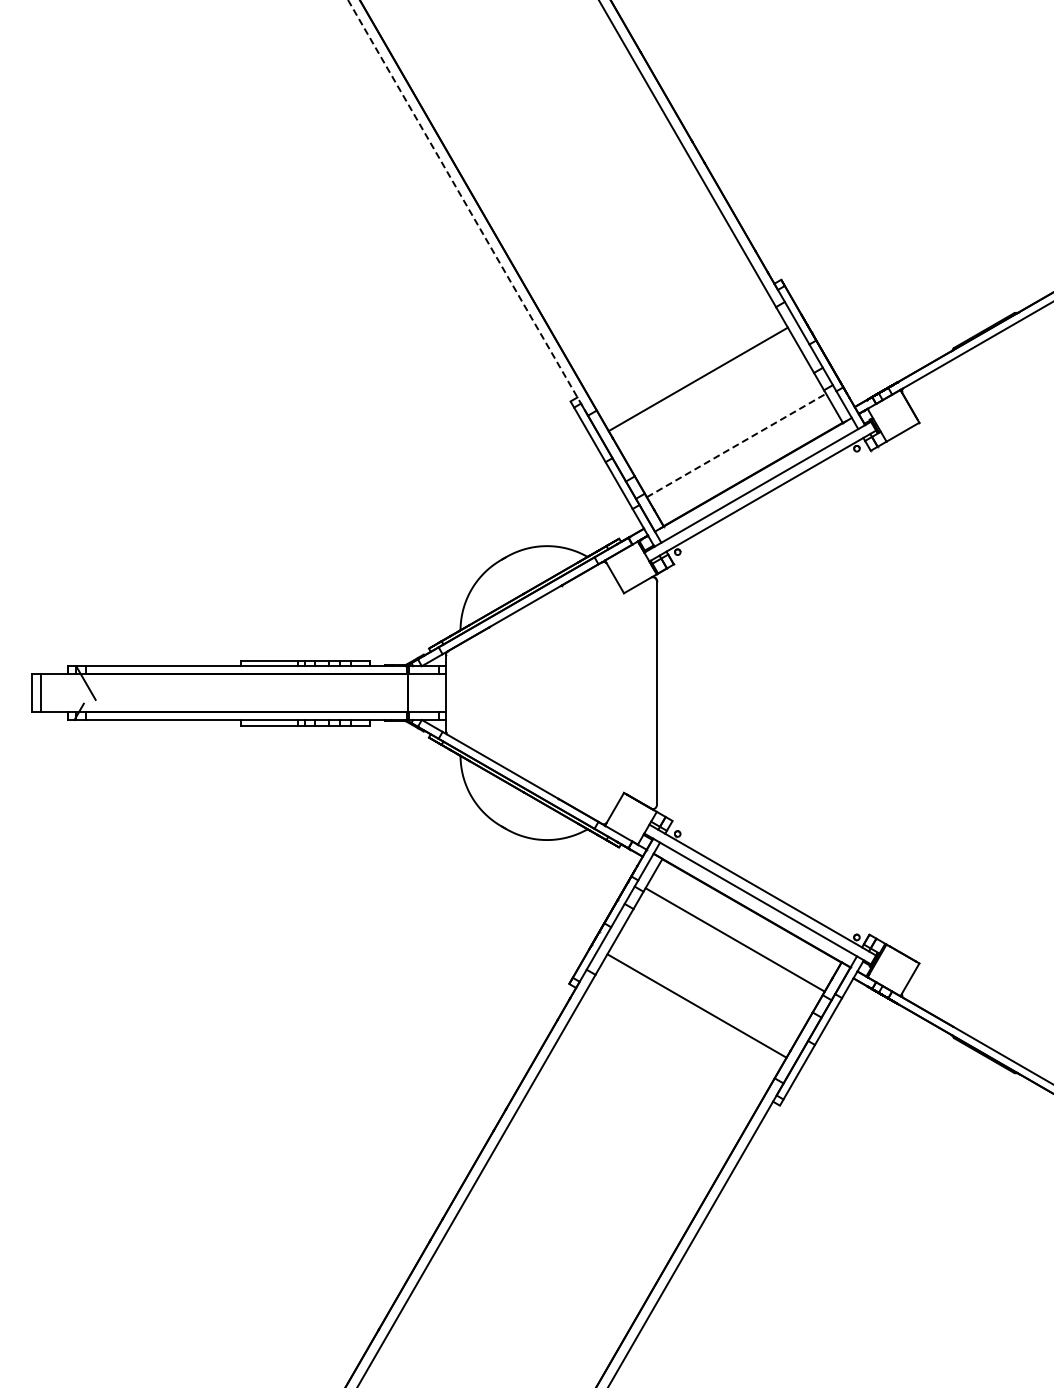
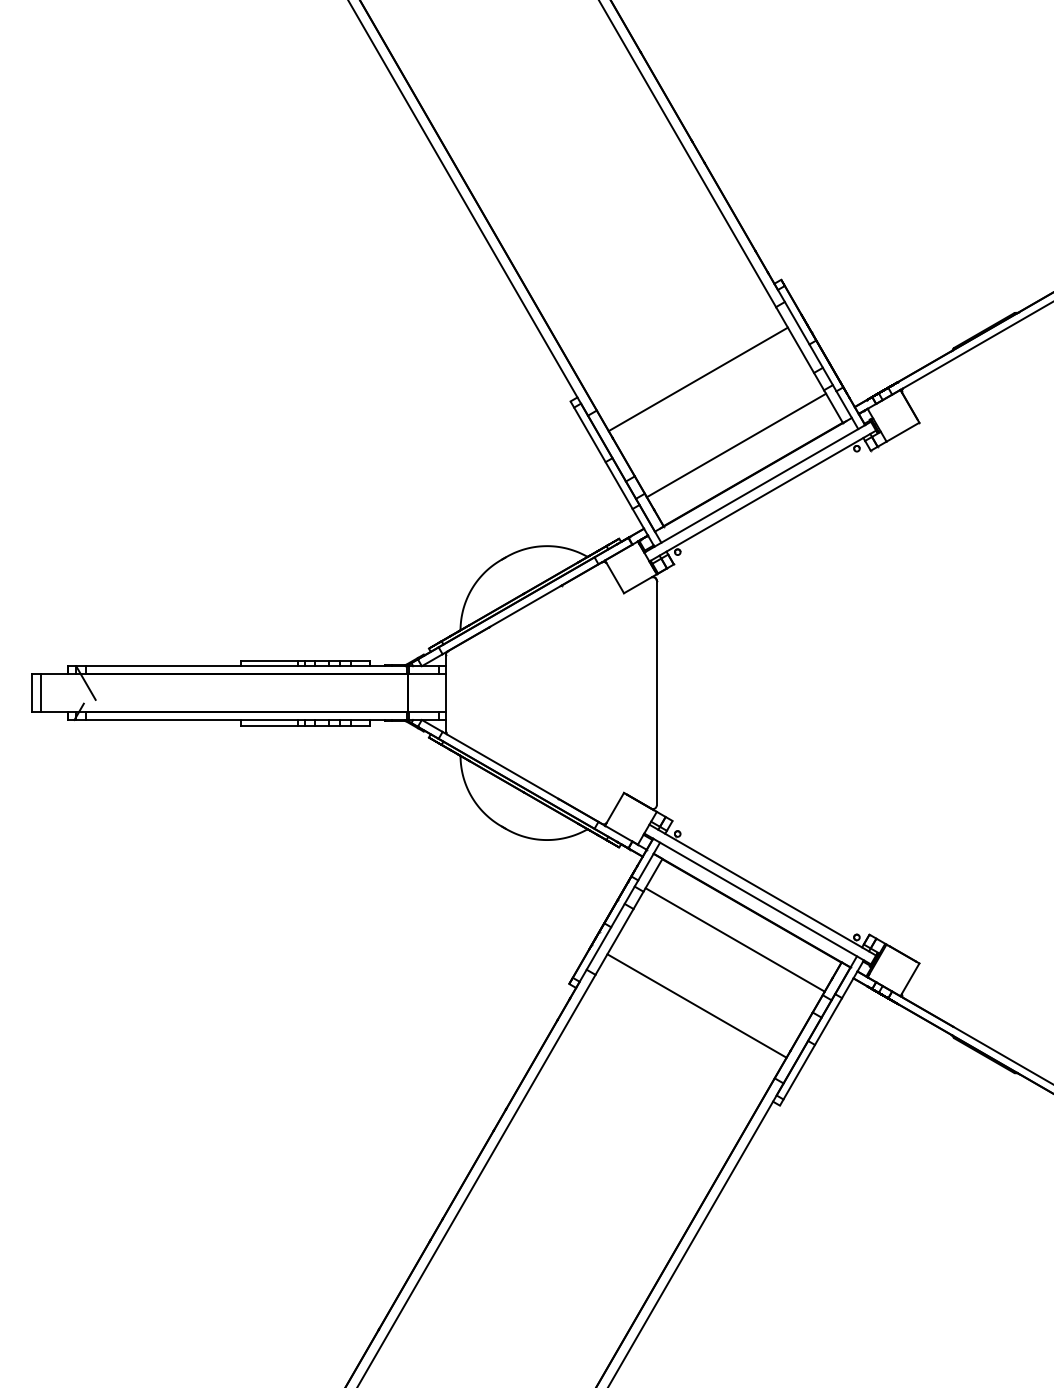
line at (468, 208): dashed -> solid
line at (736, 445): dashed -> solid
